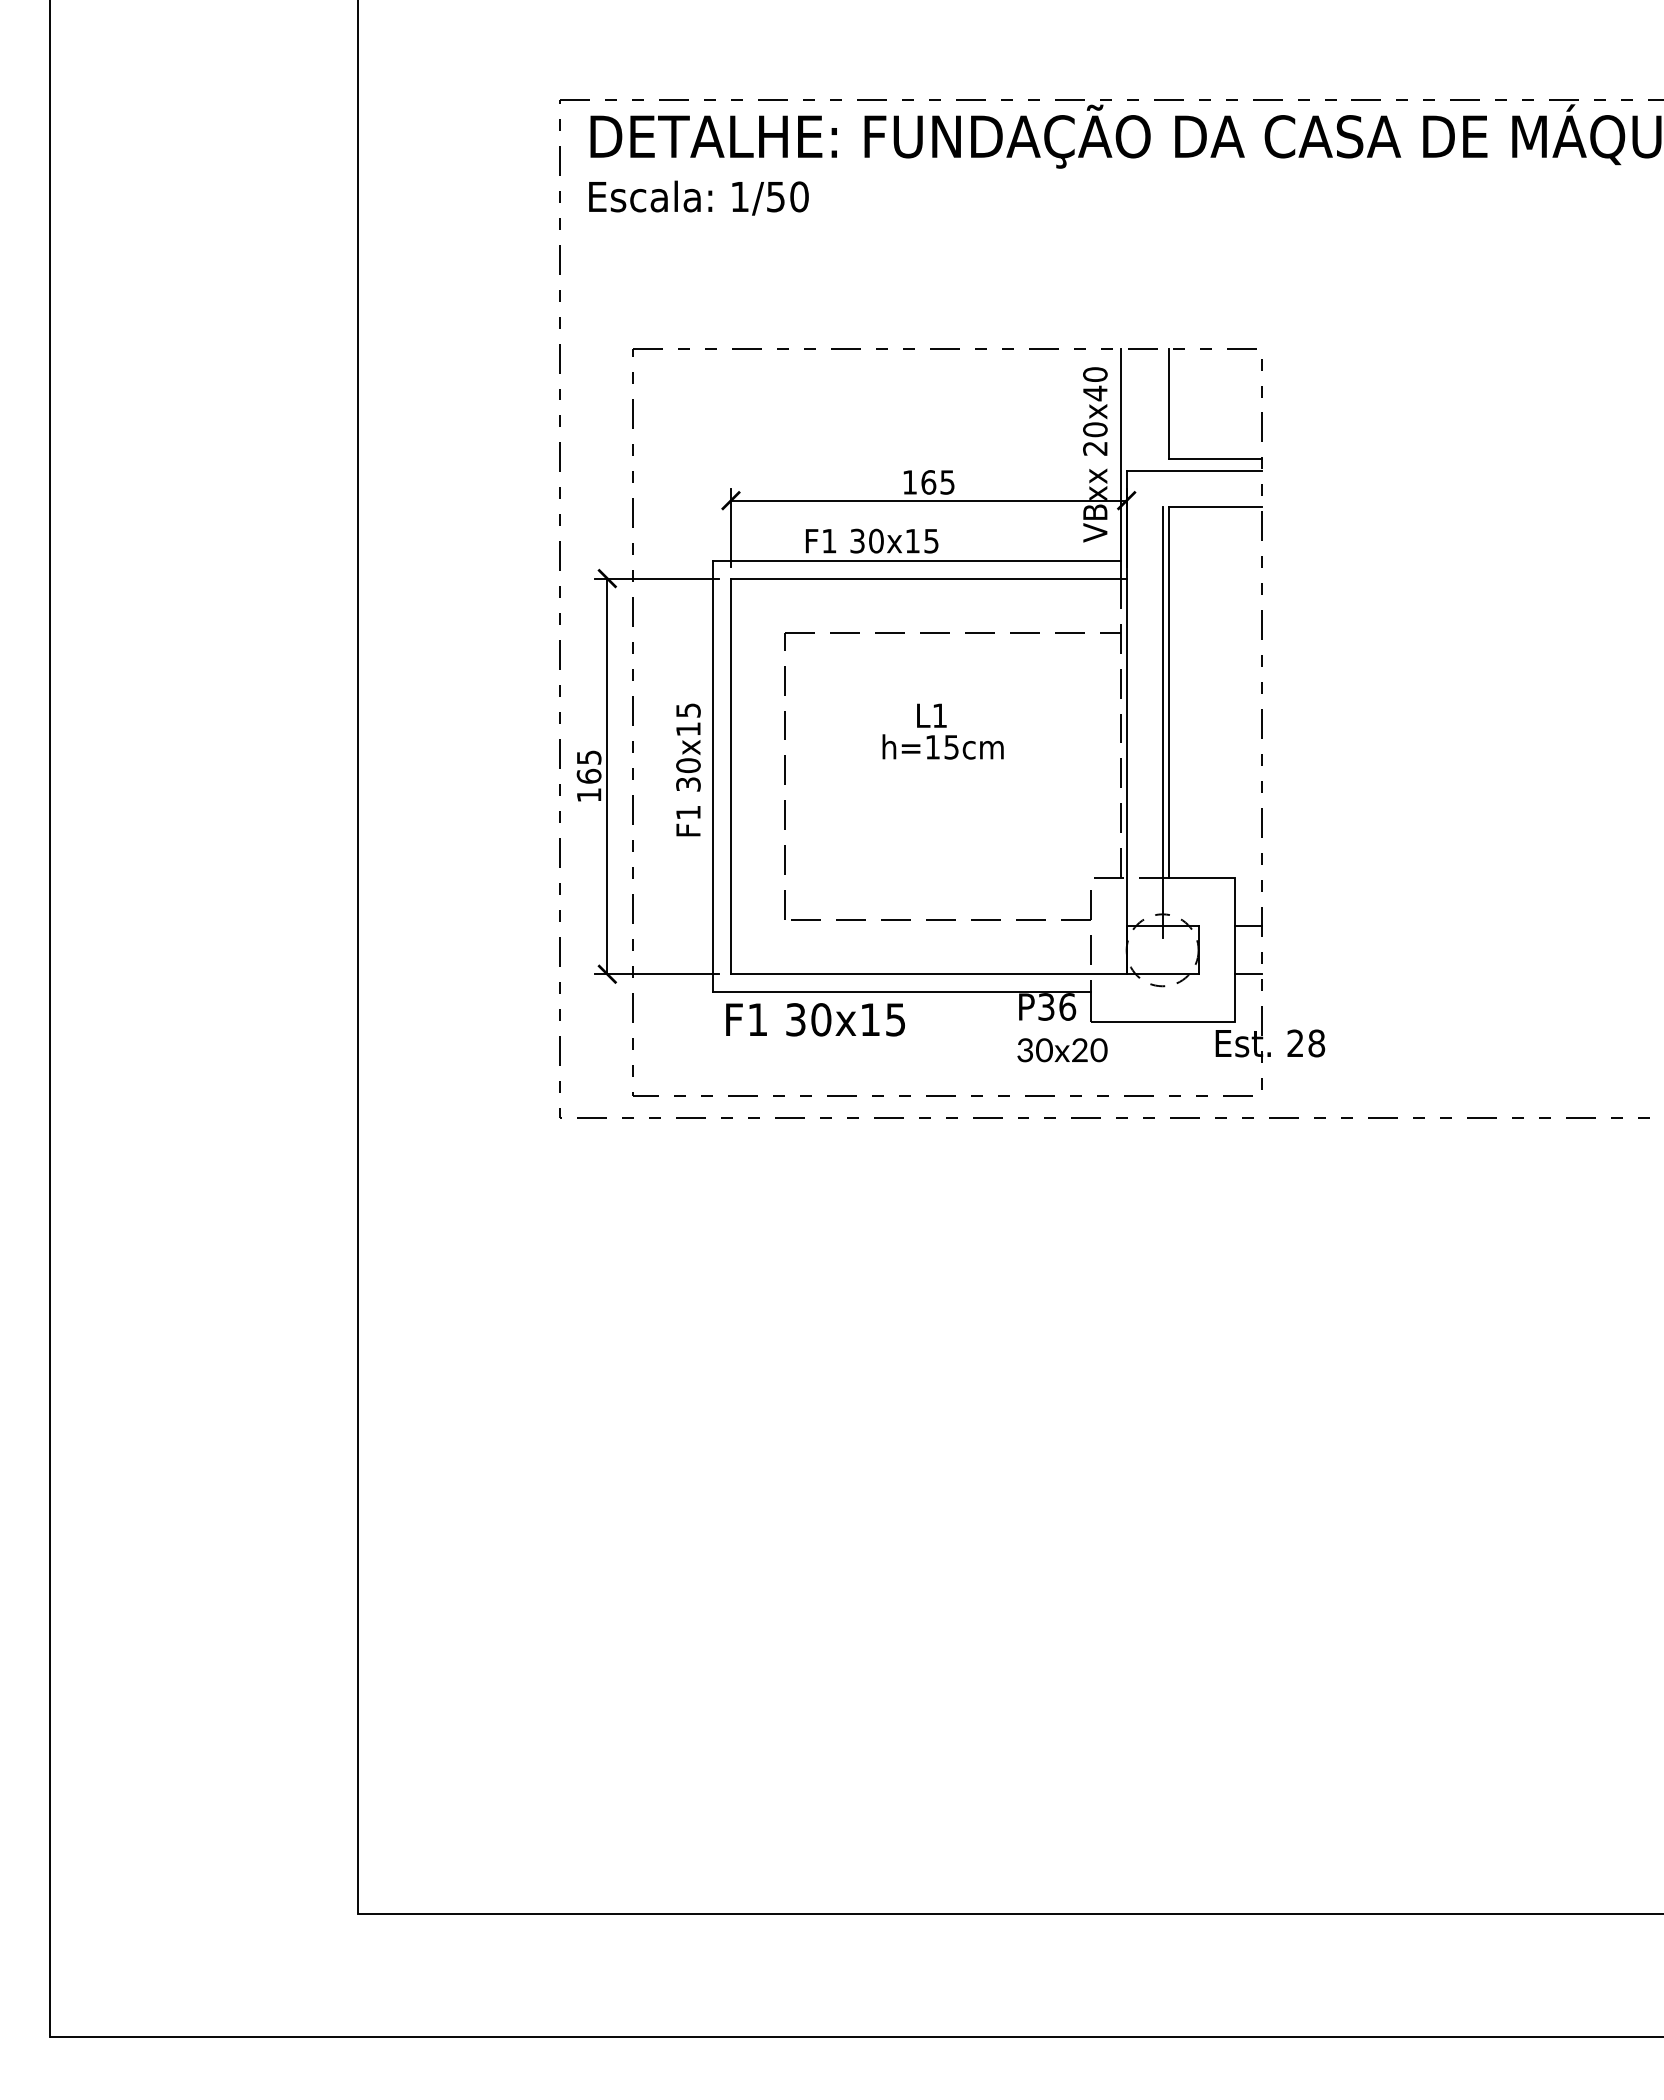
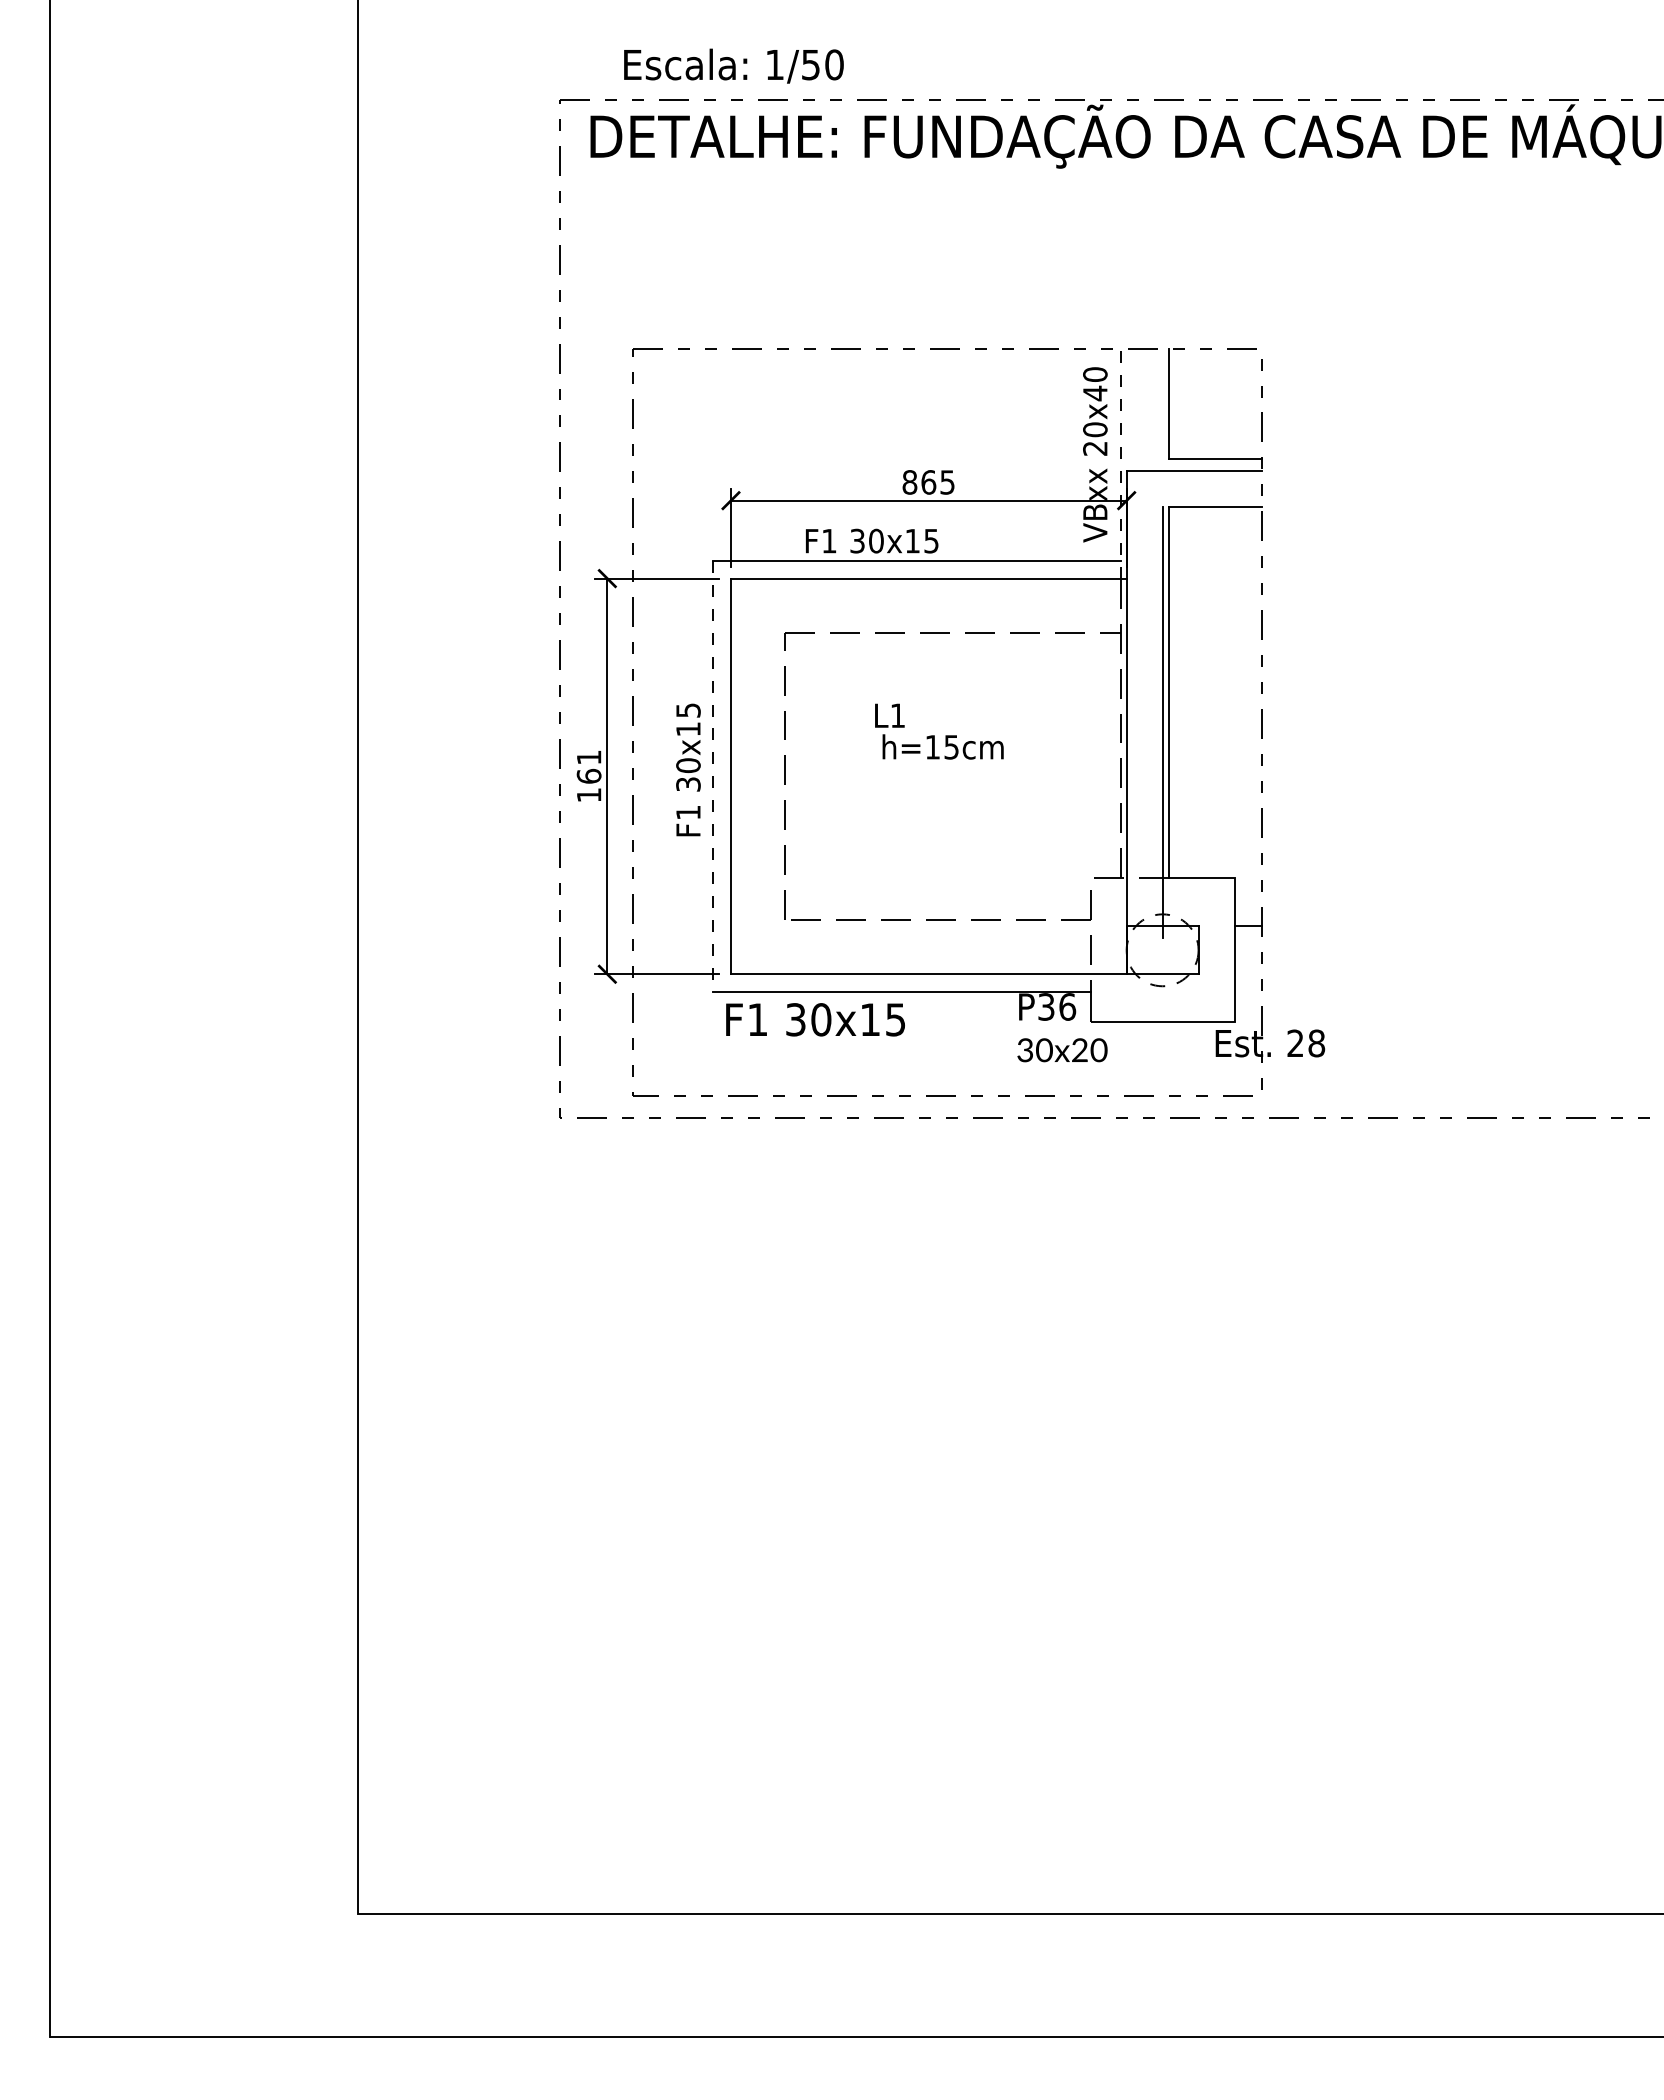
text at (698, 197) position: (698, 197) -> (733, 65)
line at (1120, 463): solid -> dashed
text at (909, 482): 165 -> 865
text at (931, 715) position: (931, 715) -> (889, 715)
text at (589, 757): 165 -> 161
line at (712, 776): solid -> dashed
line at (1247, 974): present -> none
